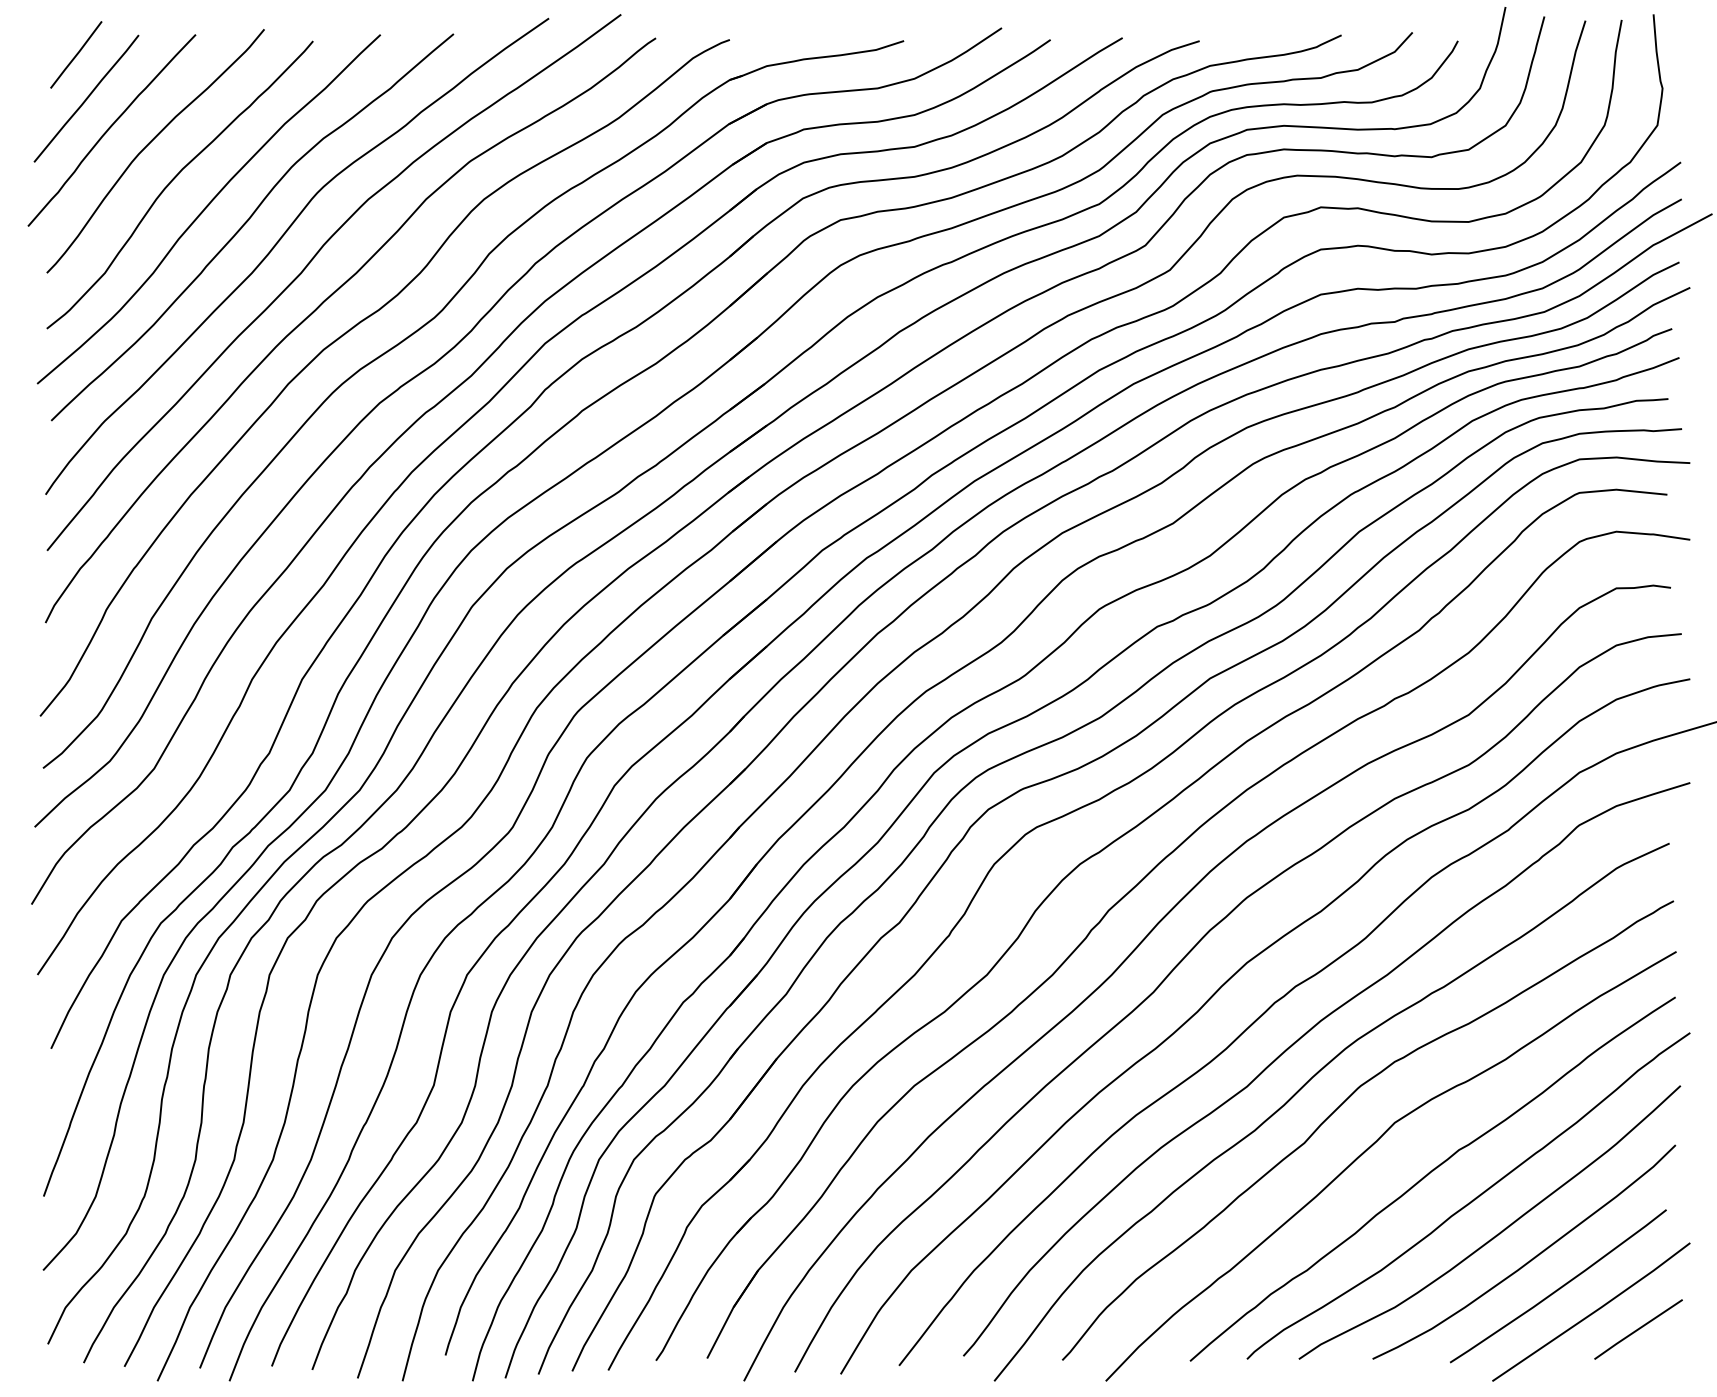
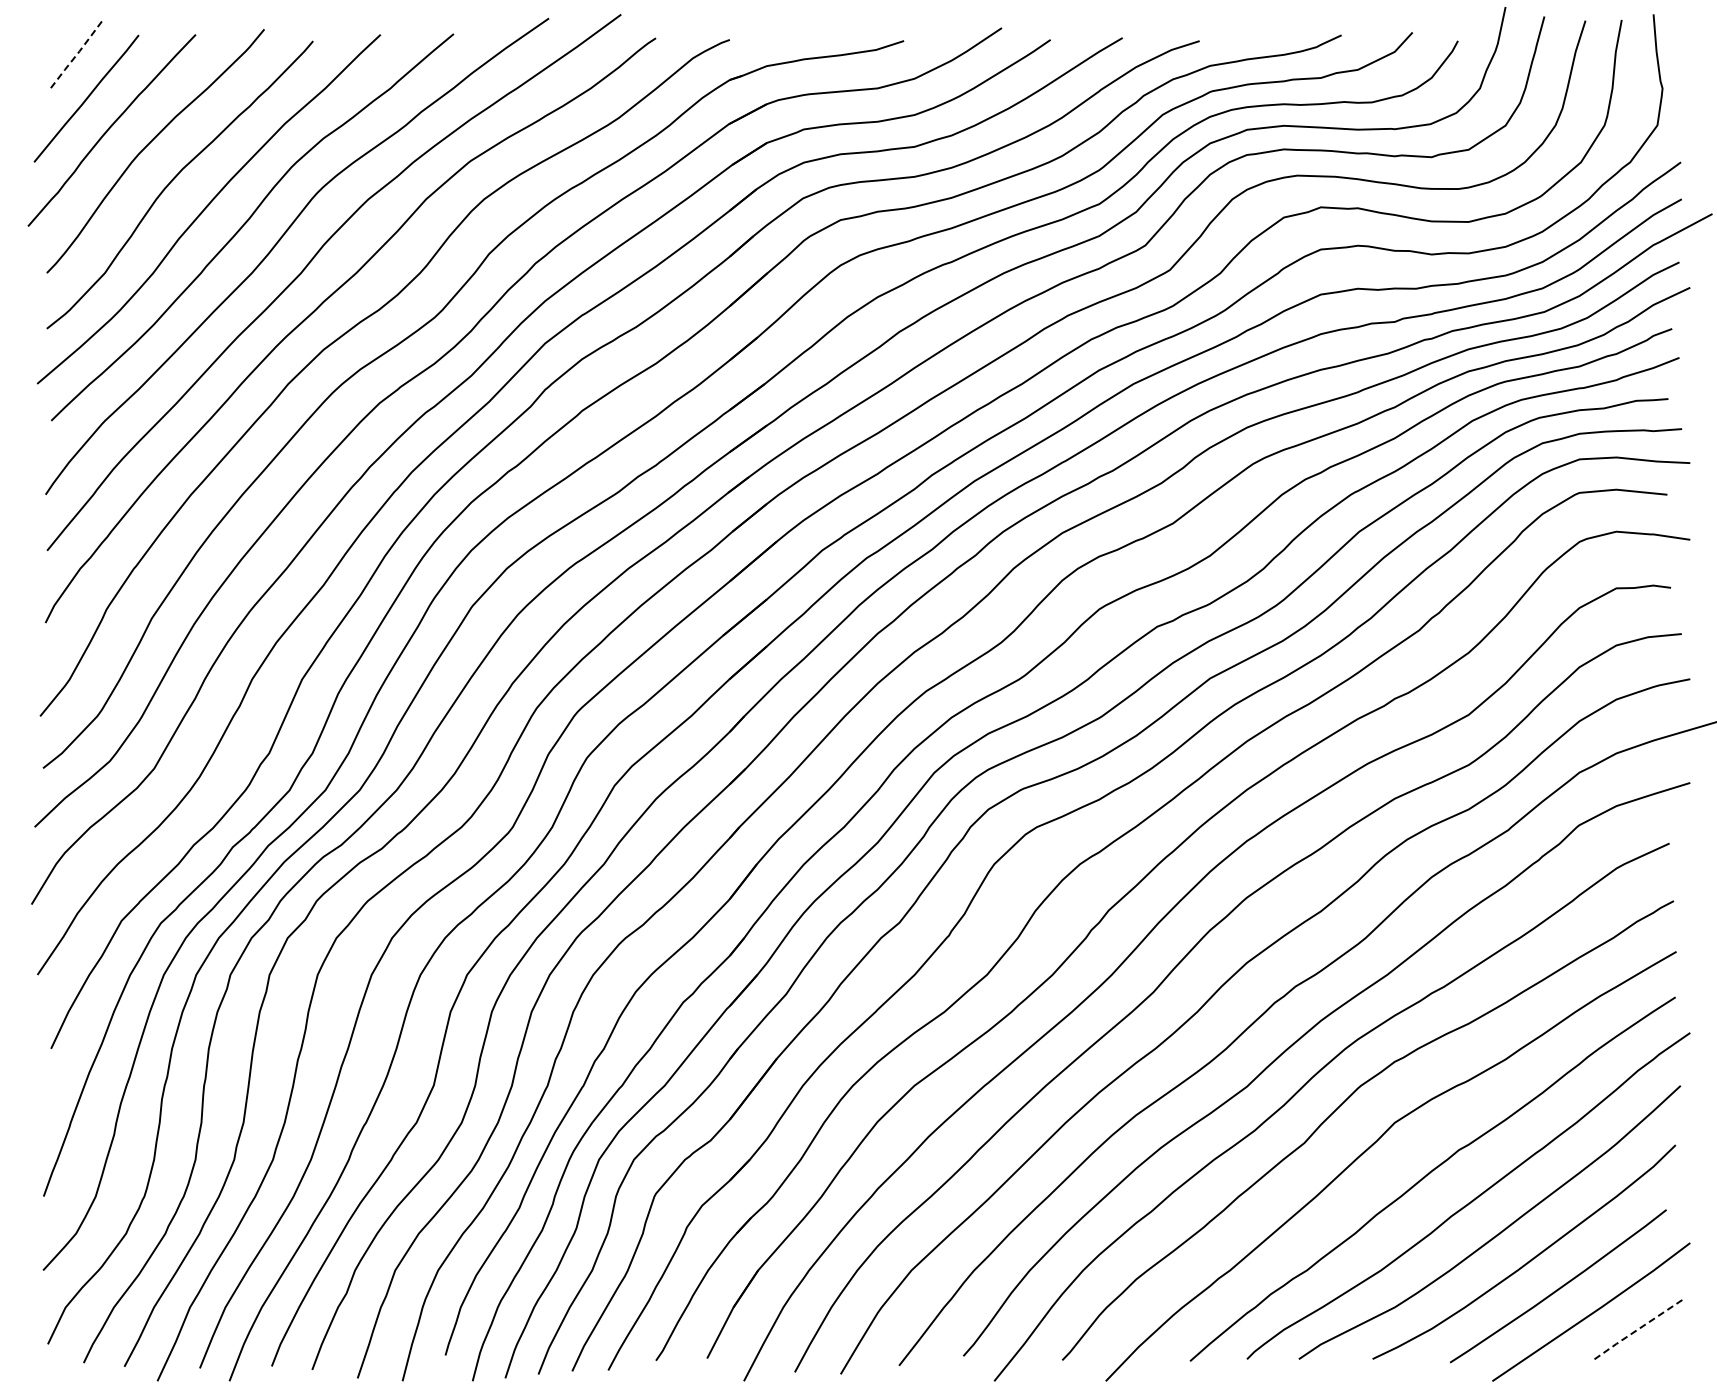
line at (76, 55): solid -> dashed
line at (1637, 1329): solid -> dashed
